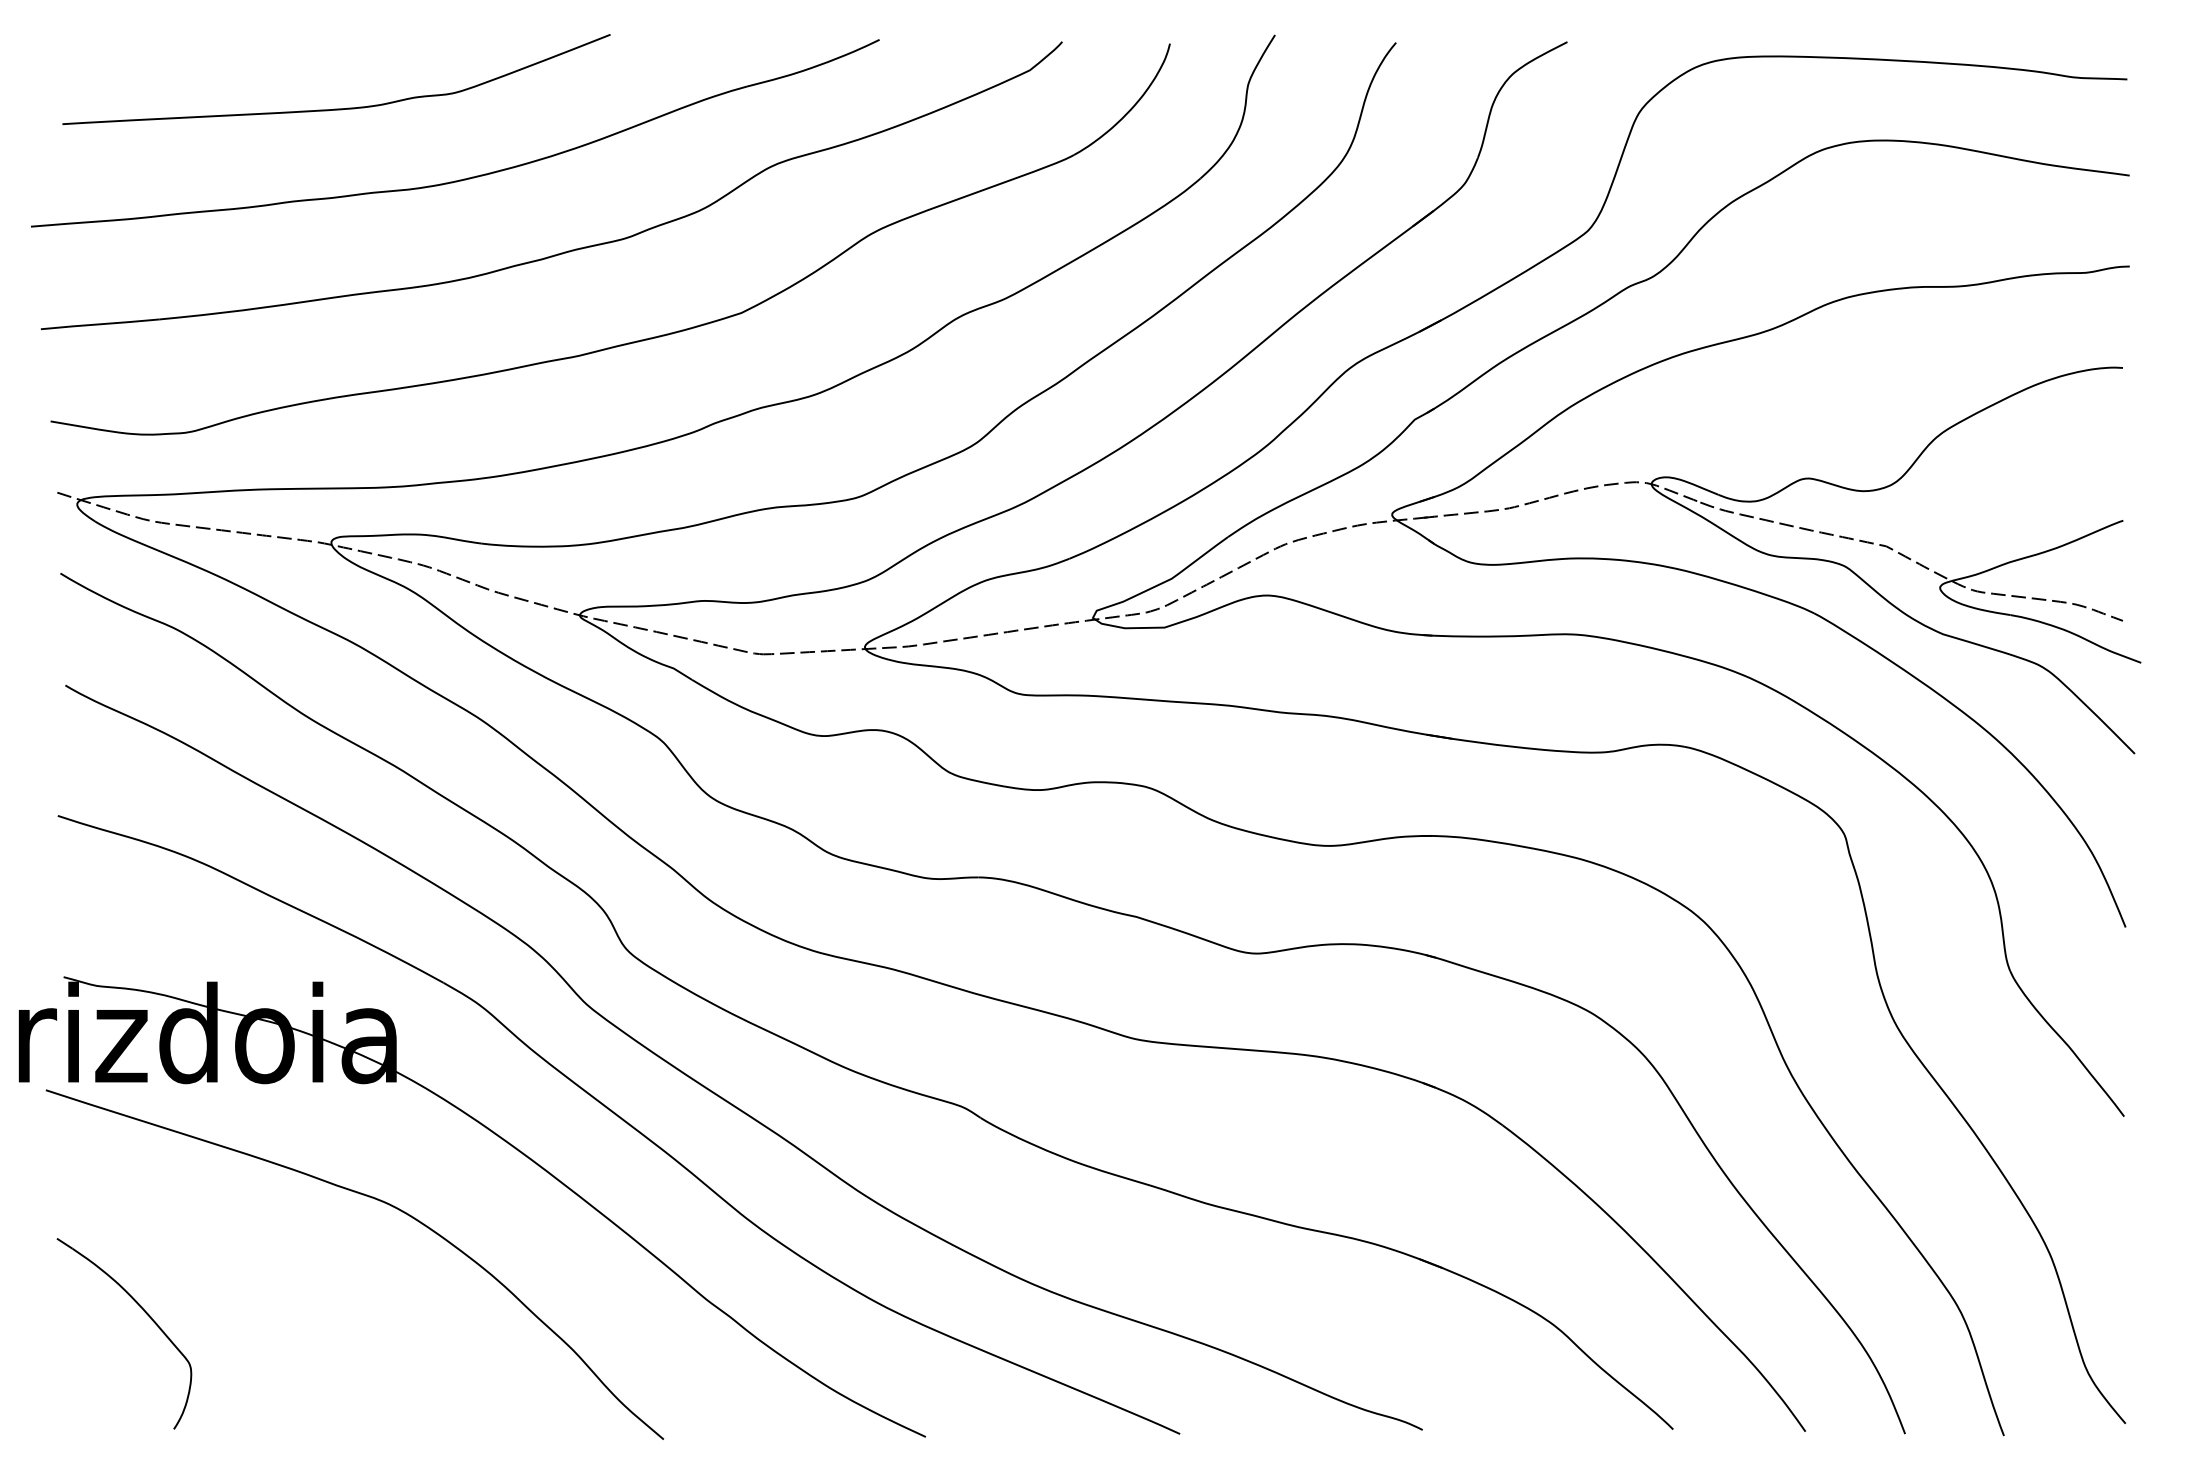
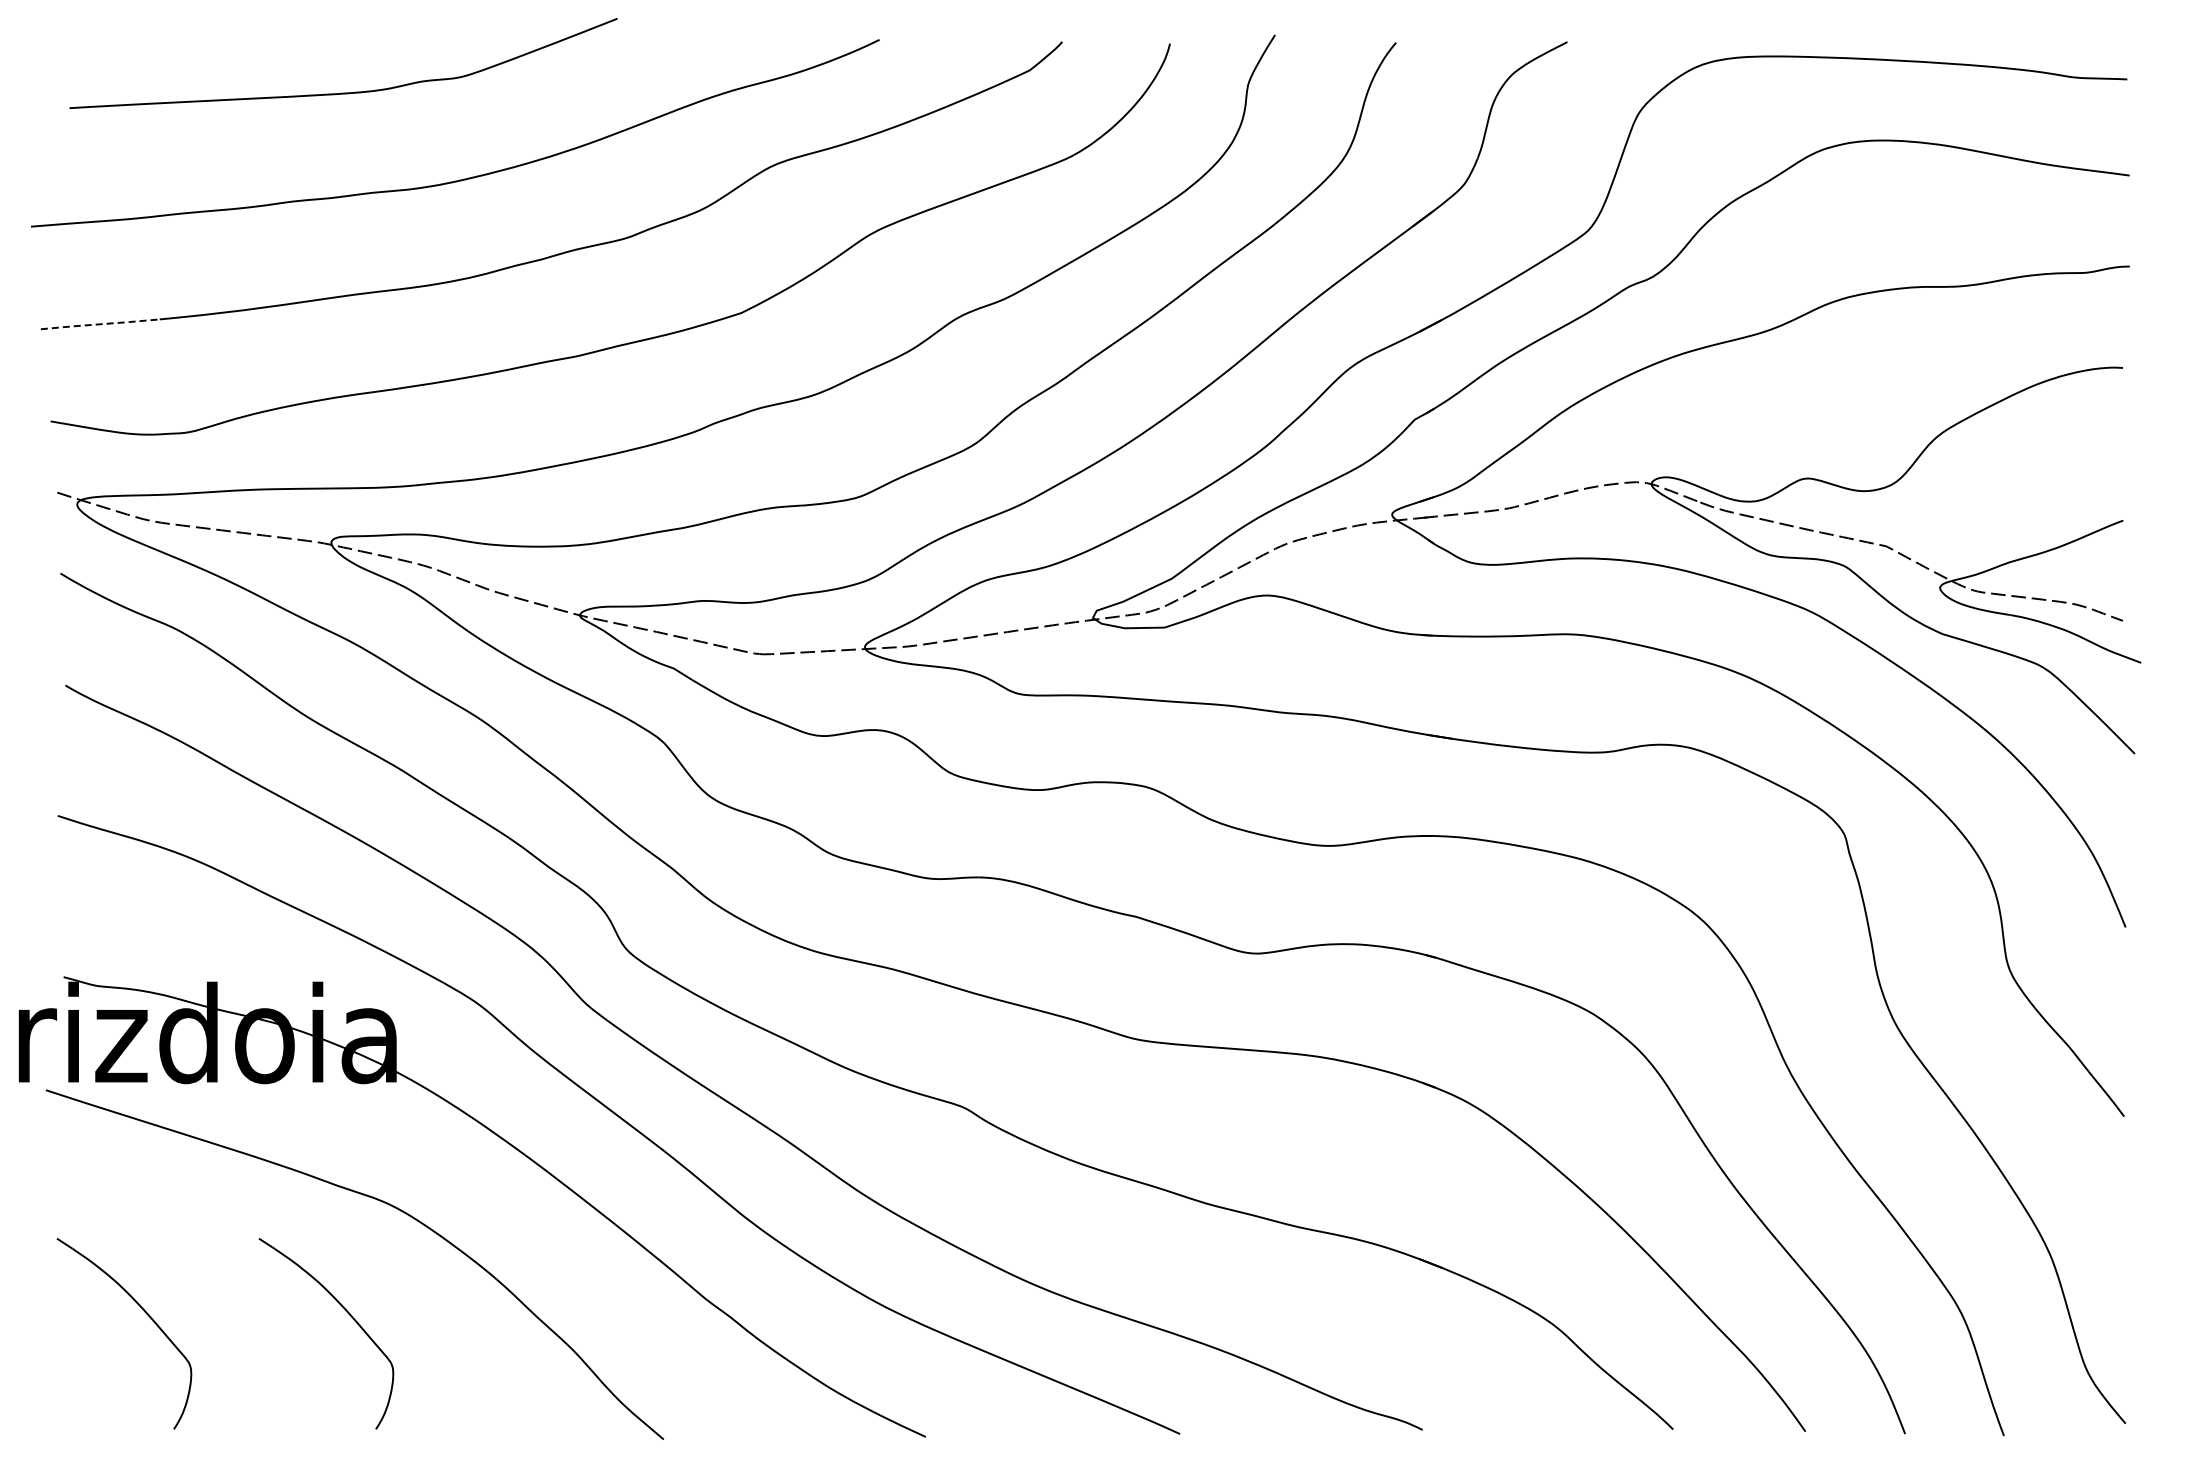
curve at (336, 108) position: (336, 108) -> (343, 92)
line at (101, 324): solid -> dashed
part at (346, 1312): none -> present
